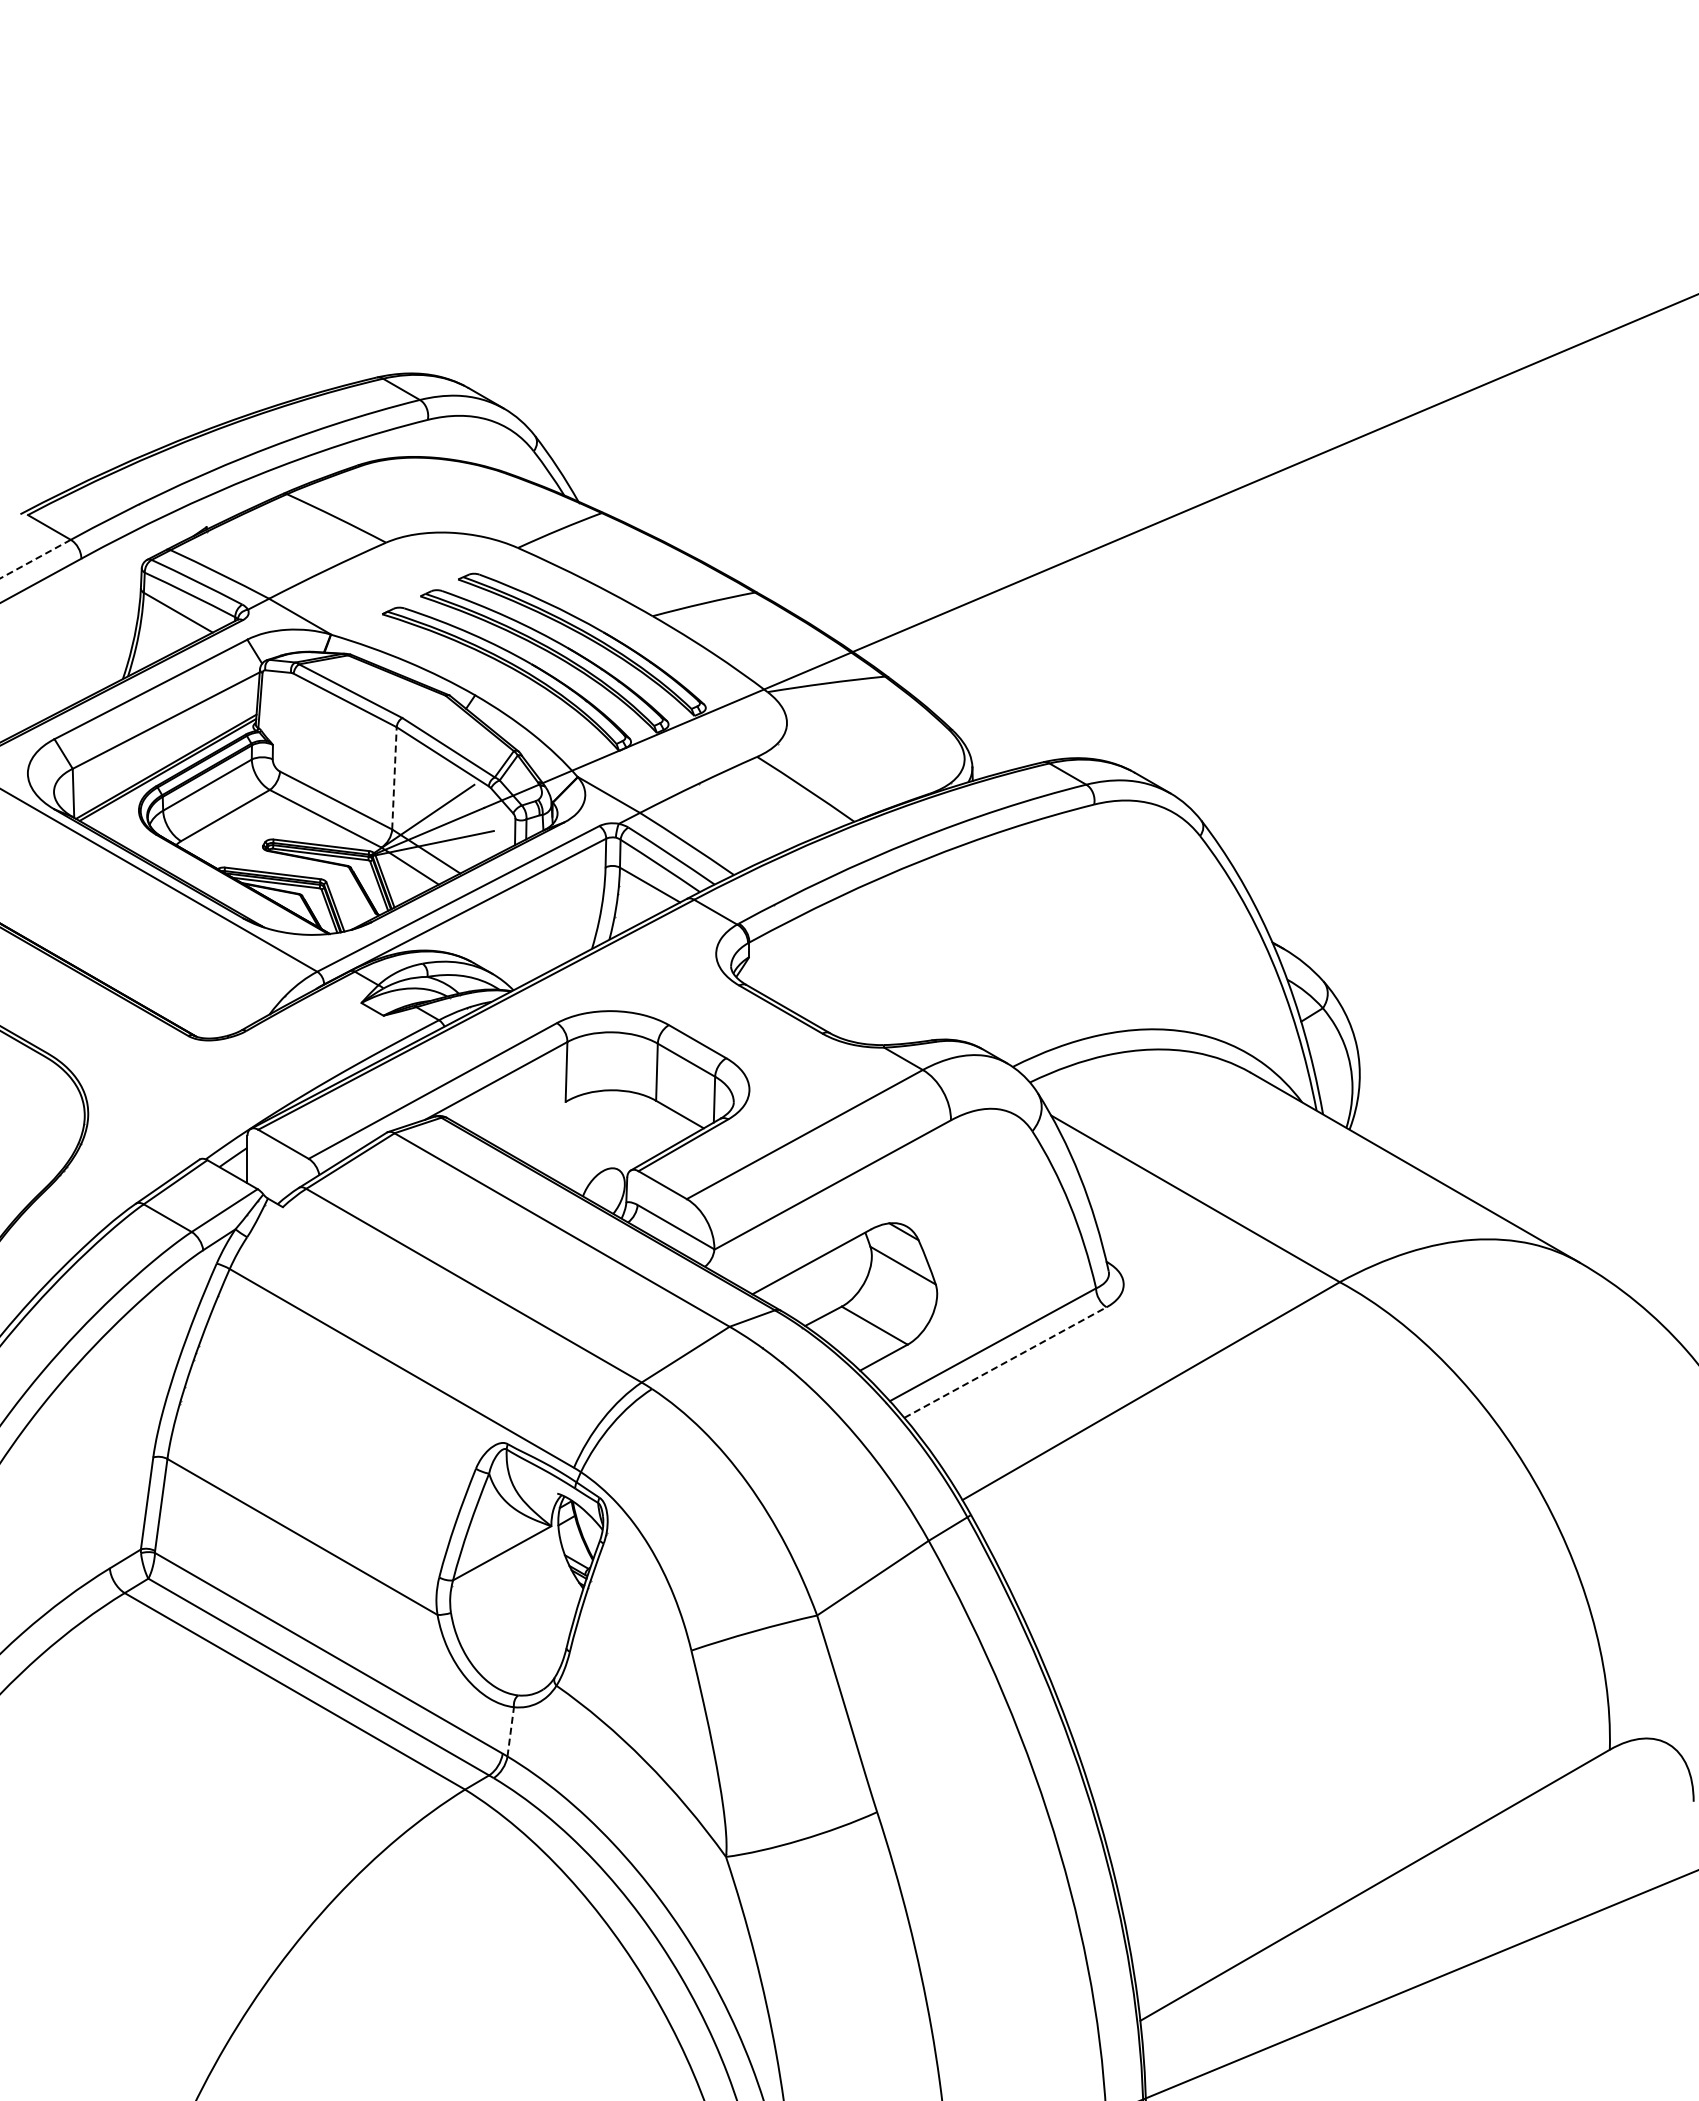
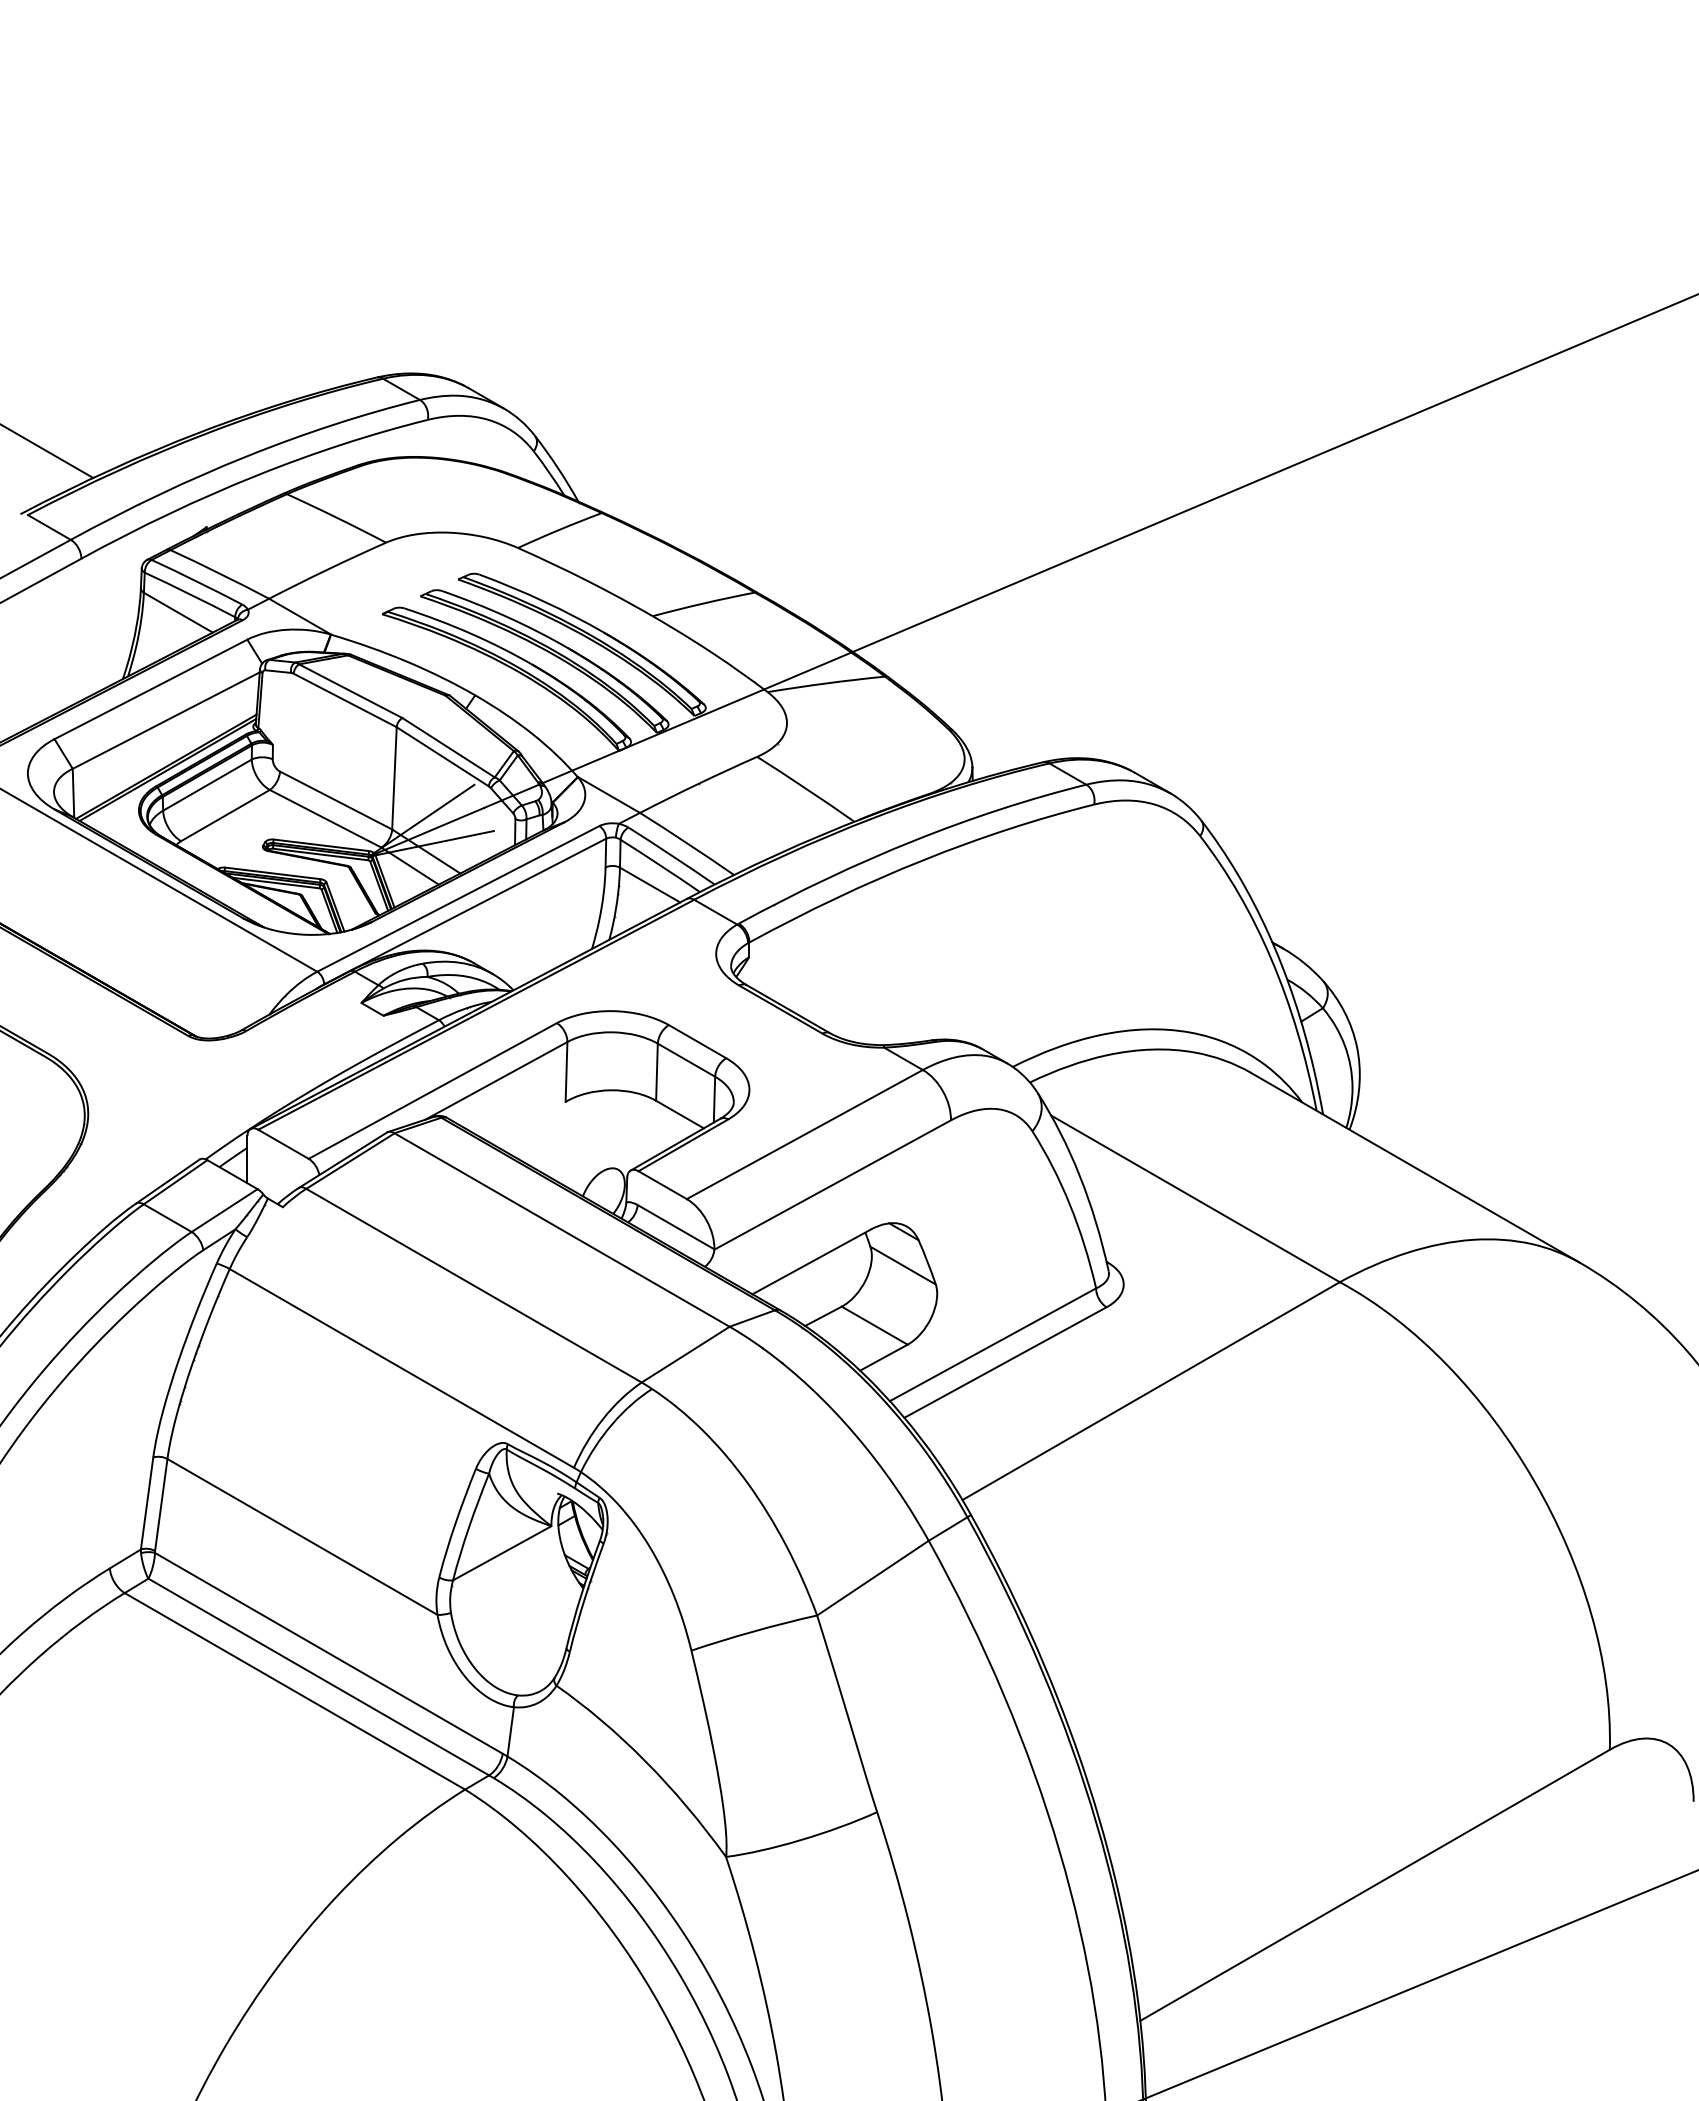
line at (47, 451): none -> present
line at (35, 559): dashed -> solid
line at (394, 777): dashed -> solid
line at (1006, 1362): dashed -> solid
line at (510, 1731): dashed -> solid
